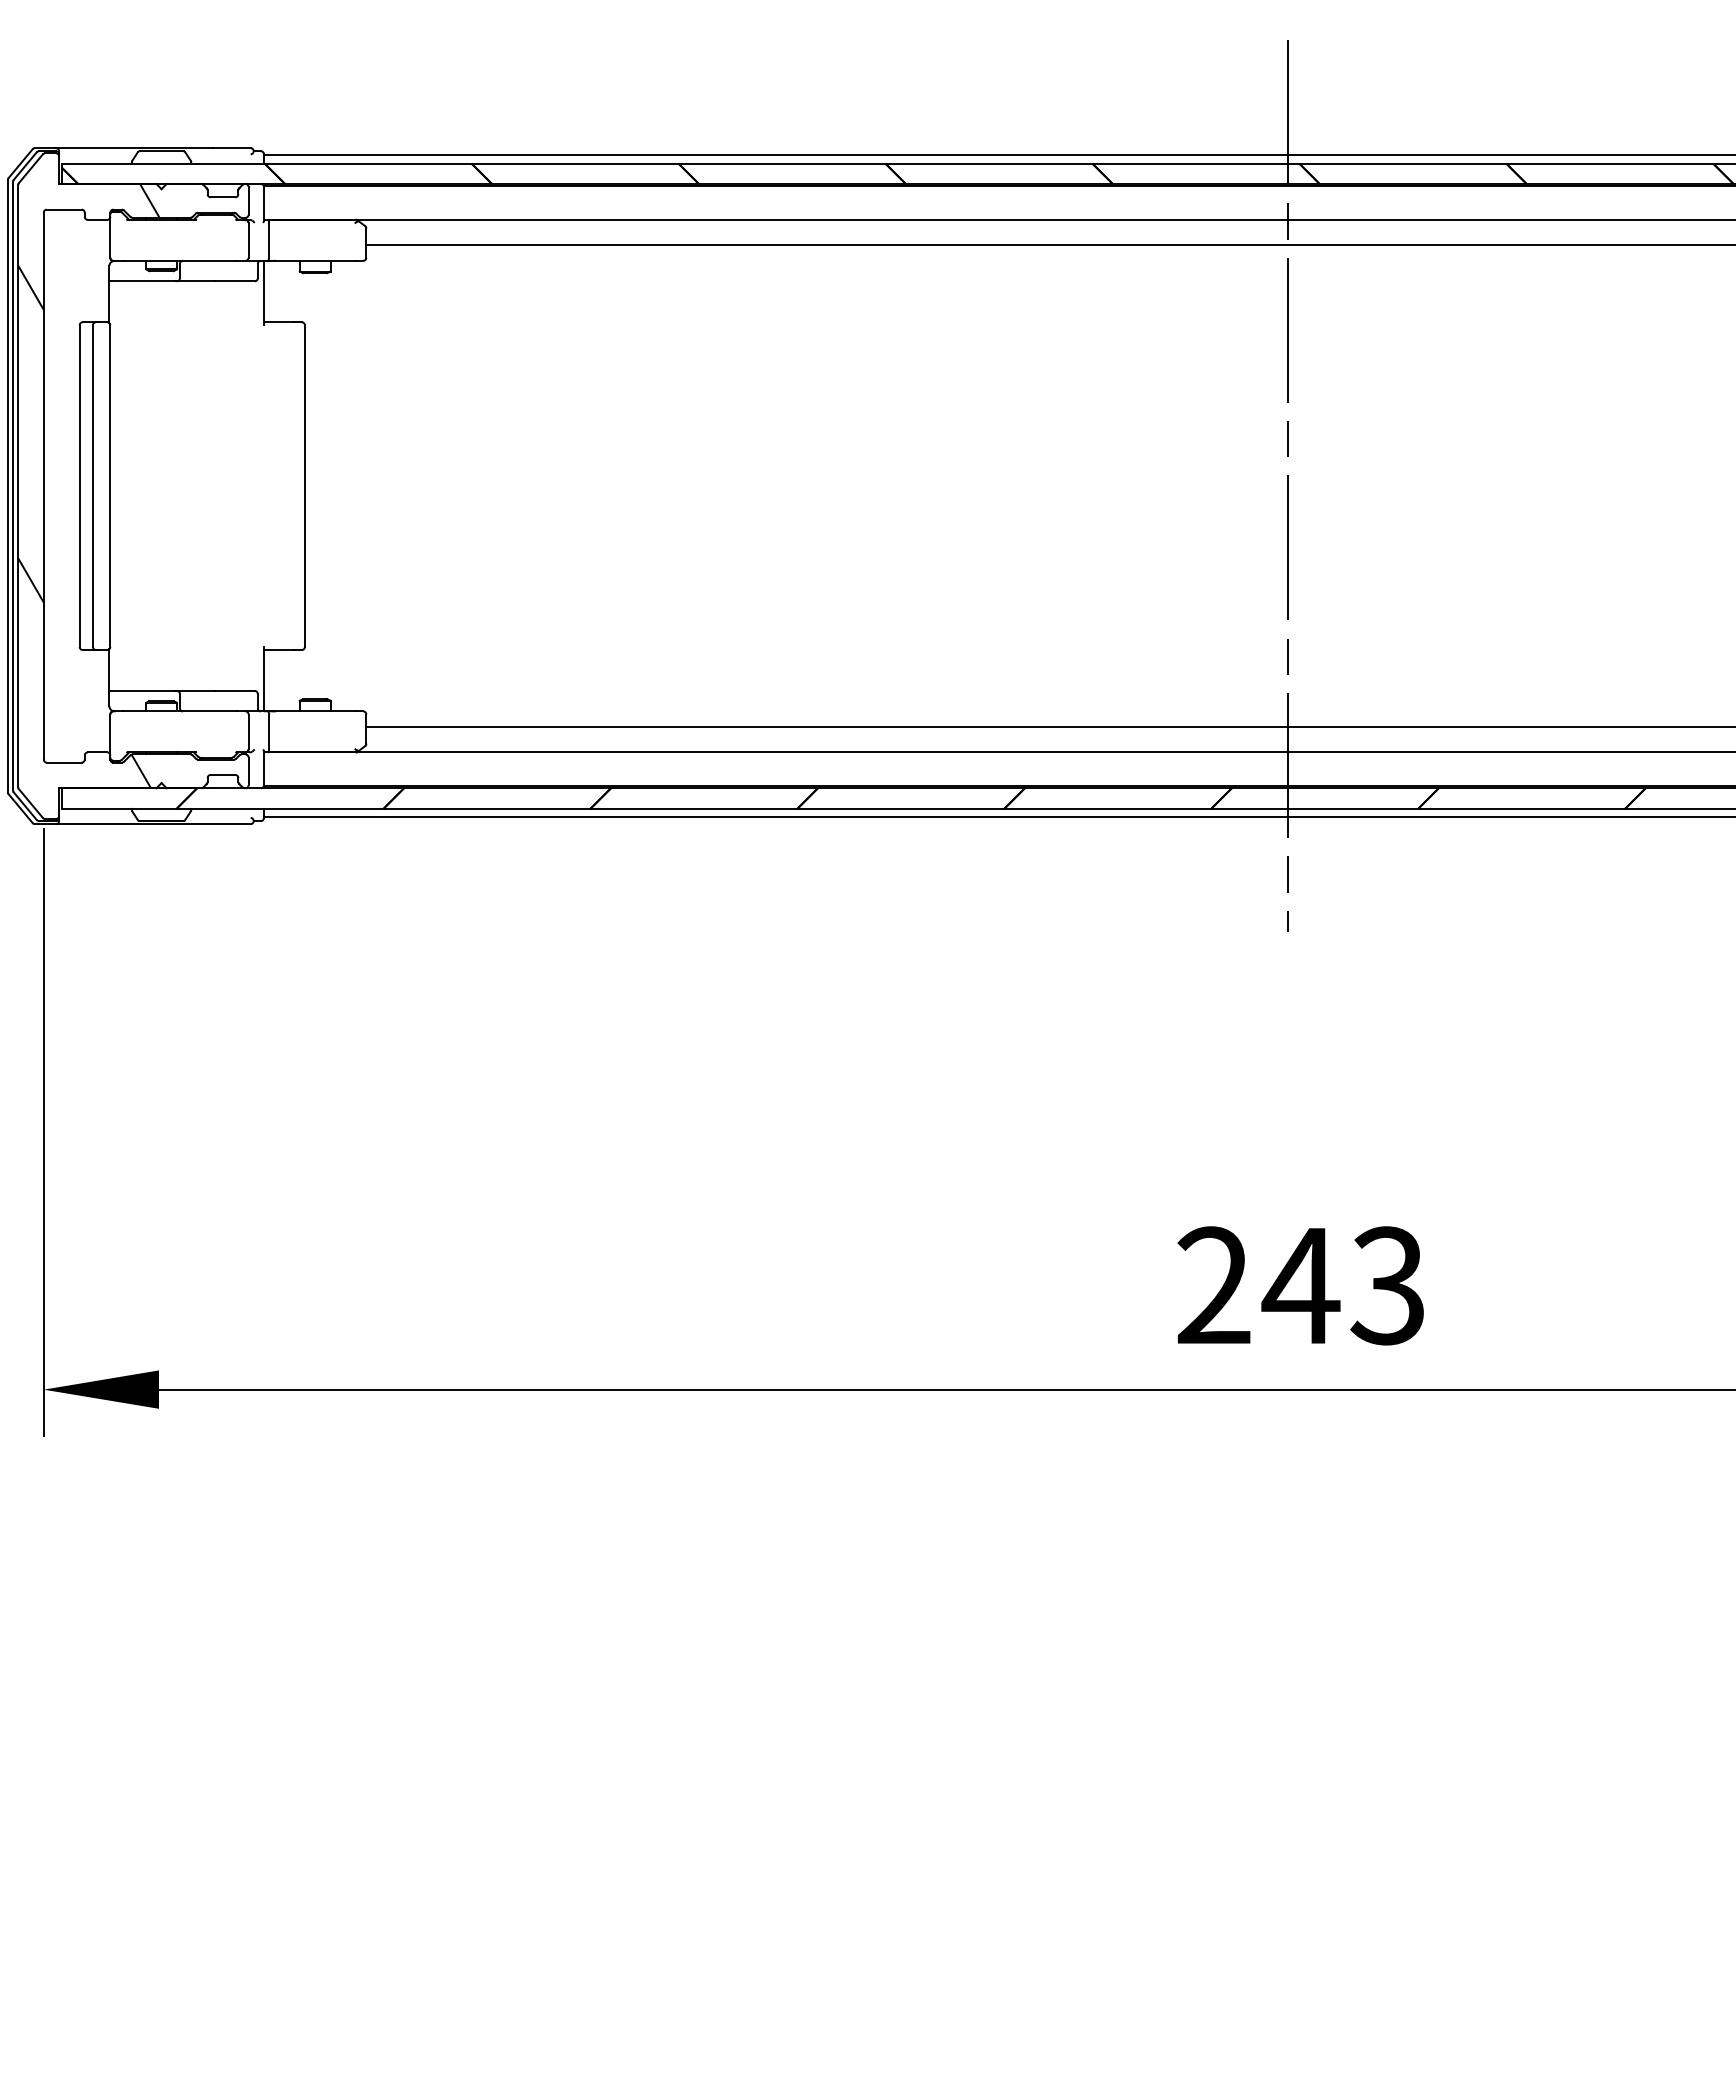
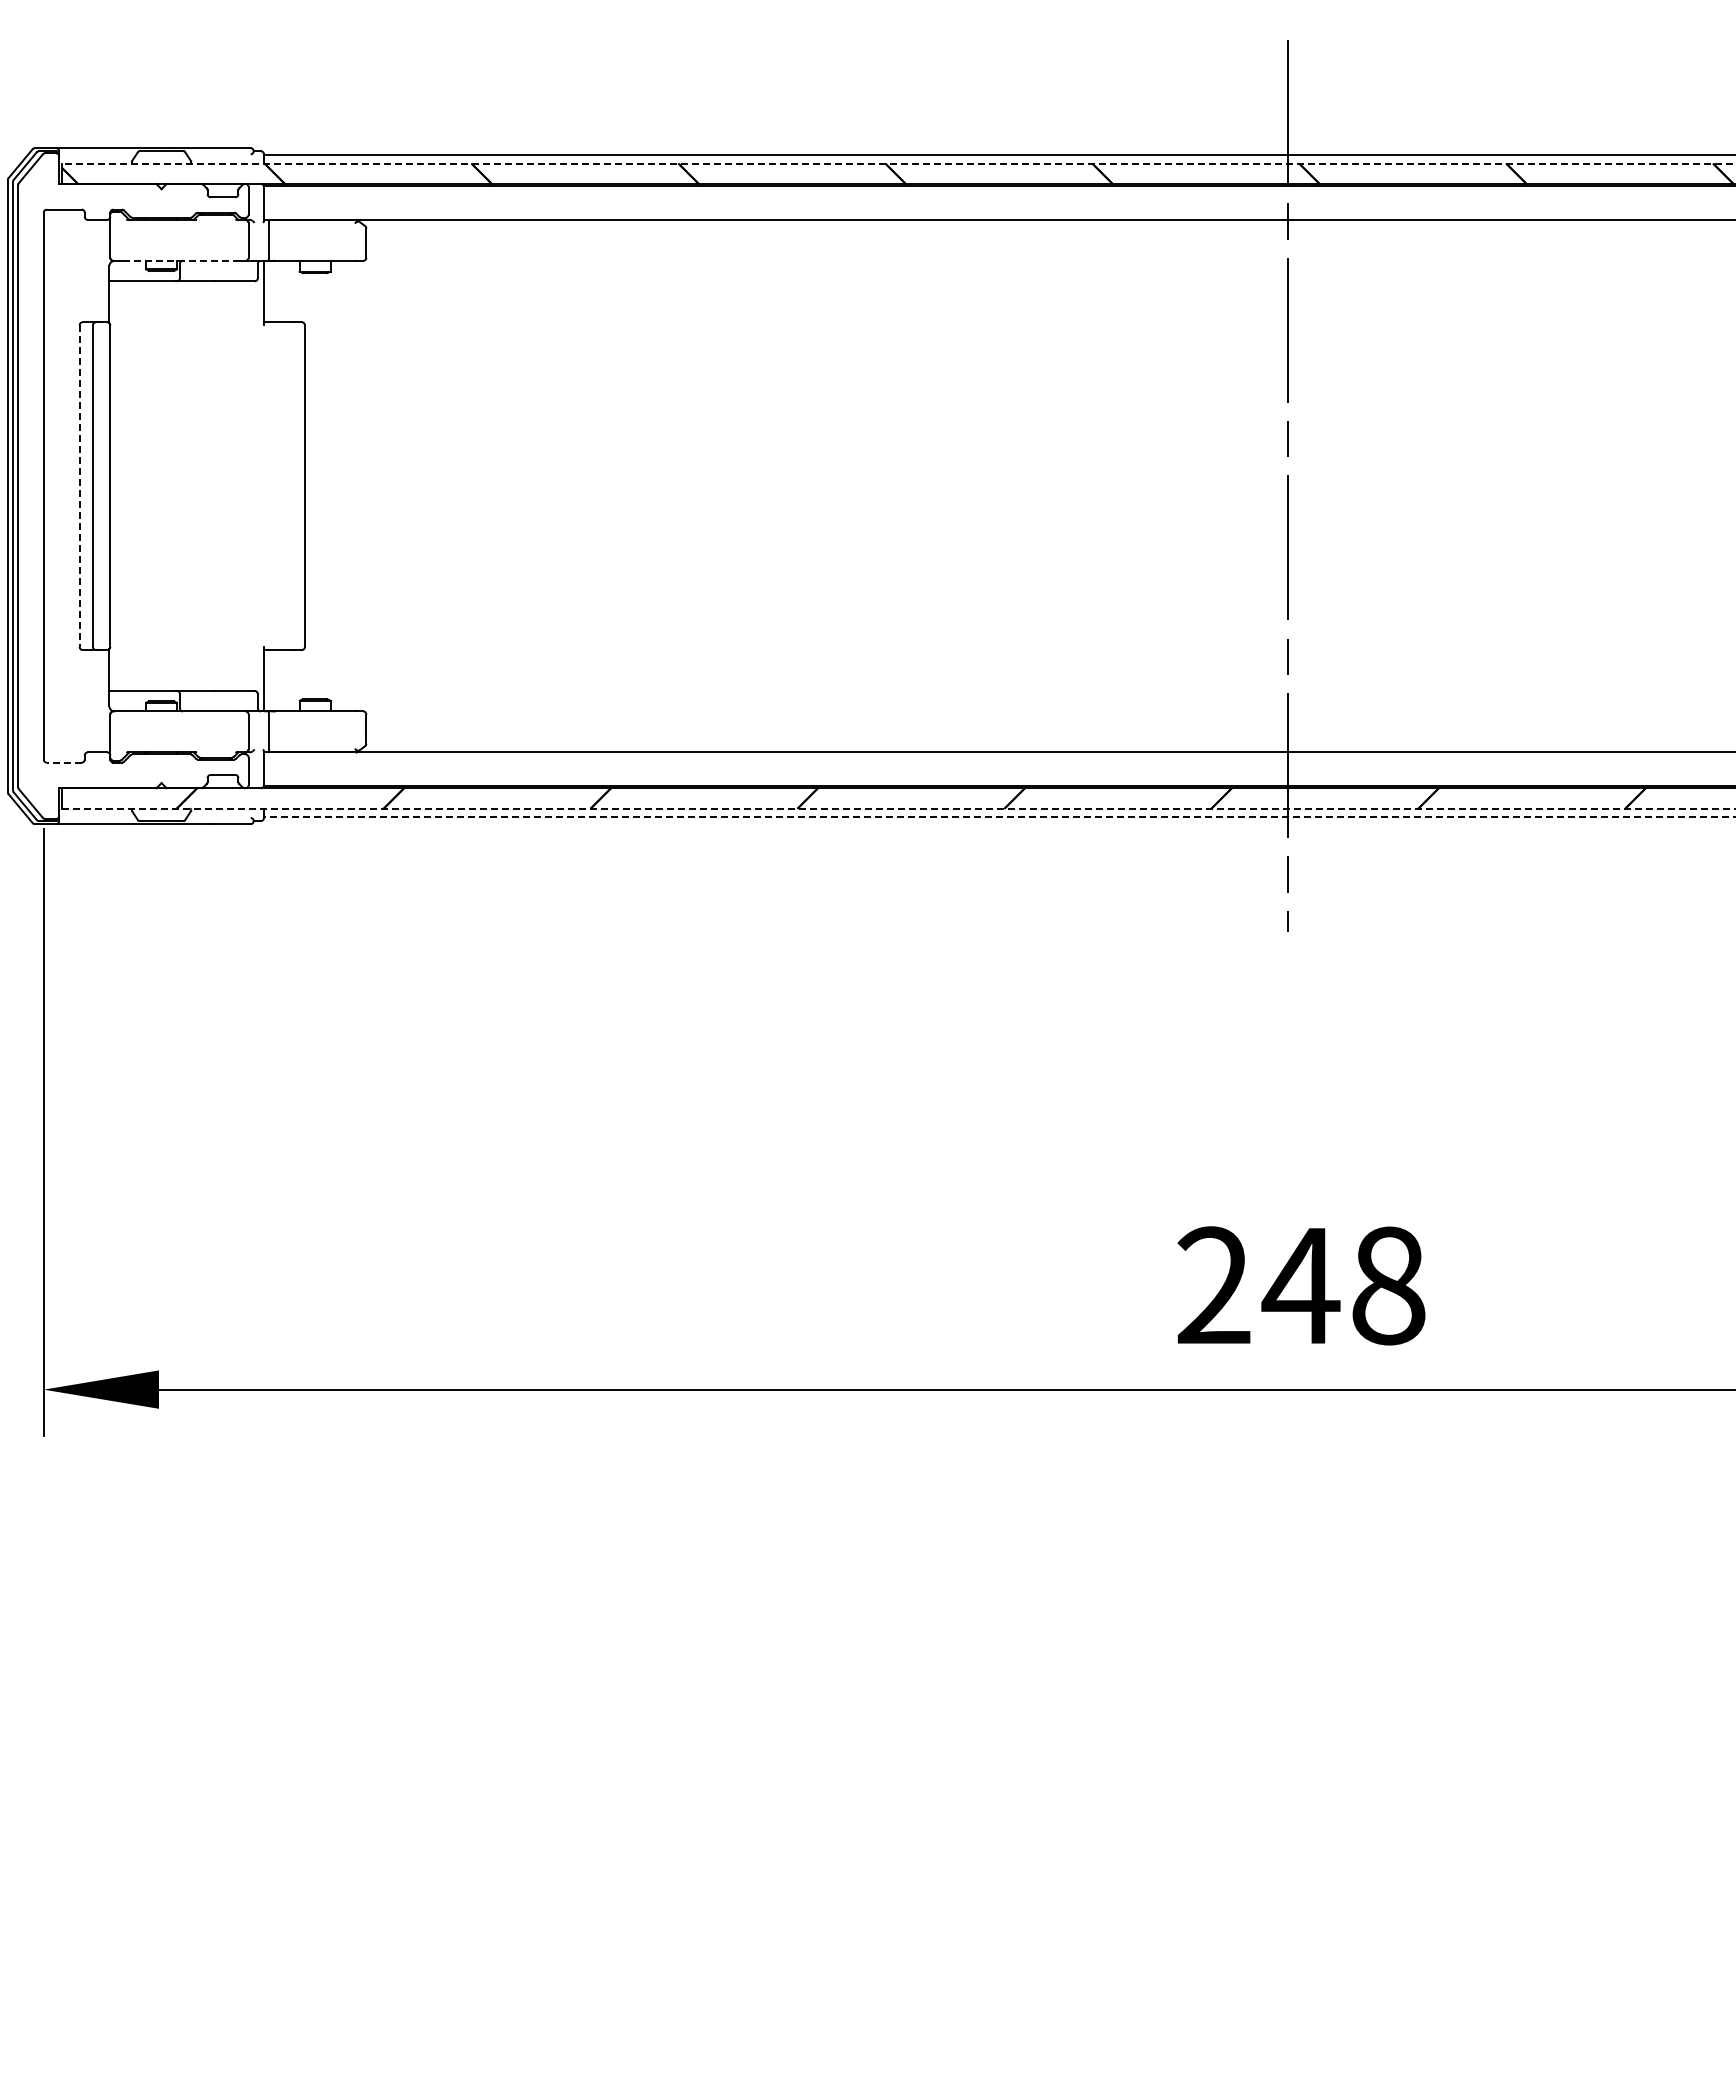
line at (898, 163): solid -> dashed
line at (1049, 245): present -> none
line at (180, 260): solid -> dashed
line at (79, 486): solid -> dashed
hatch at (88, 486): present -> none
line at (1049, 726): present -> none
line at (63, 762): solid -> dashed
line at (899, 808): solid -> dashed
line at (999, 816): solid -> dashed
text at (1387, 1285): 243 -> 248
